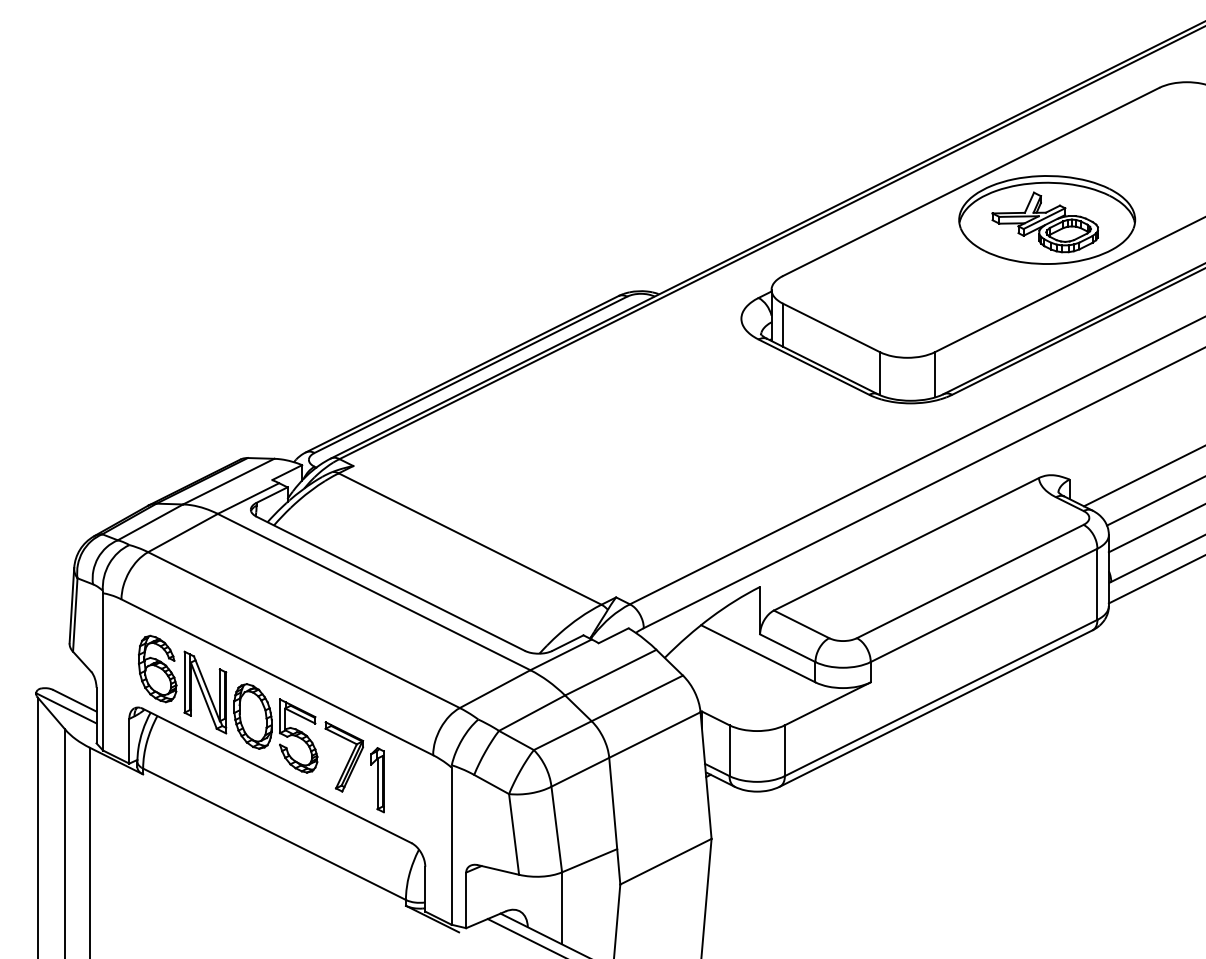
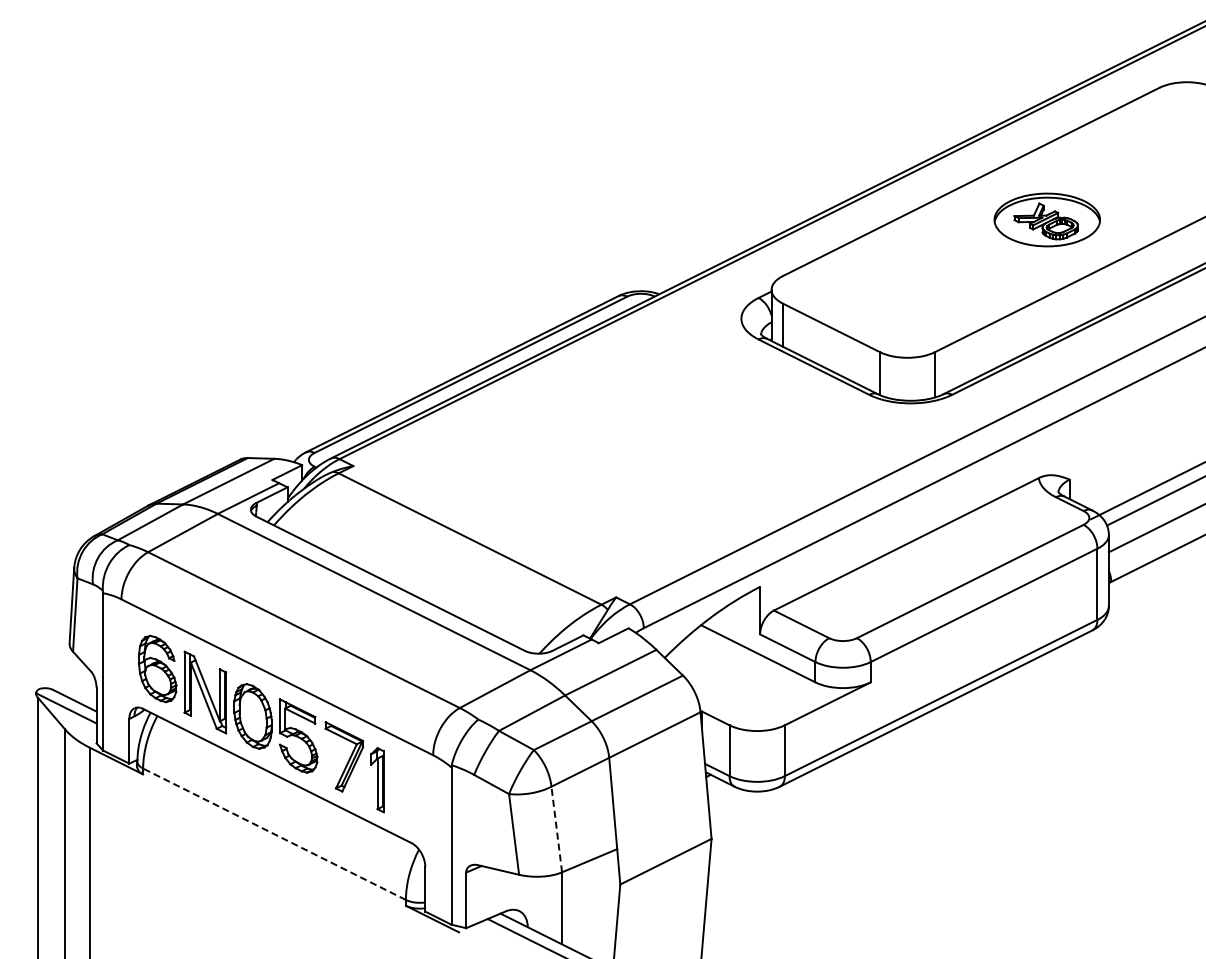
part at (1047, 219) size: 179x90 px -> 108x56 px
line at (1143, 476) position: (1143, 476) -> (1146, 491)
line at (1155, 579): present -> none
line at (556, 829): solid -> dashed
line at (274, 834): solid -> dashed
